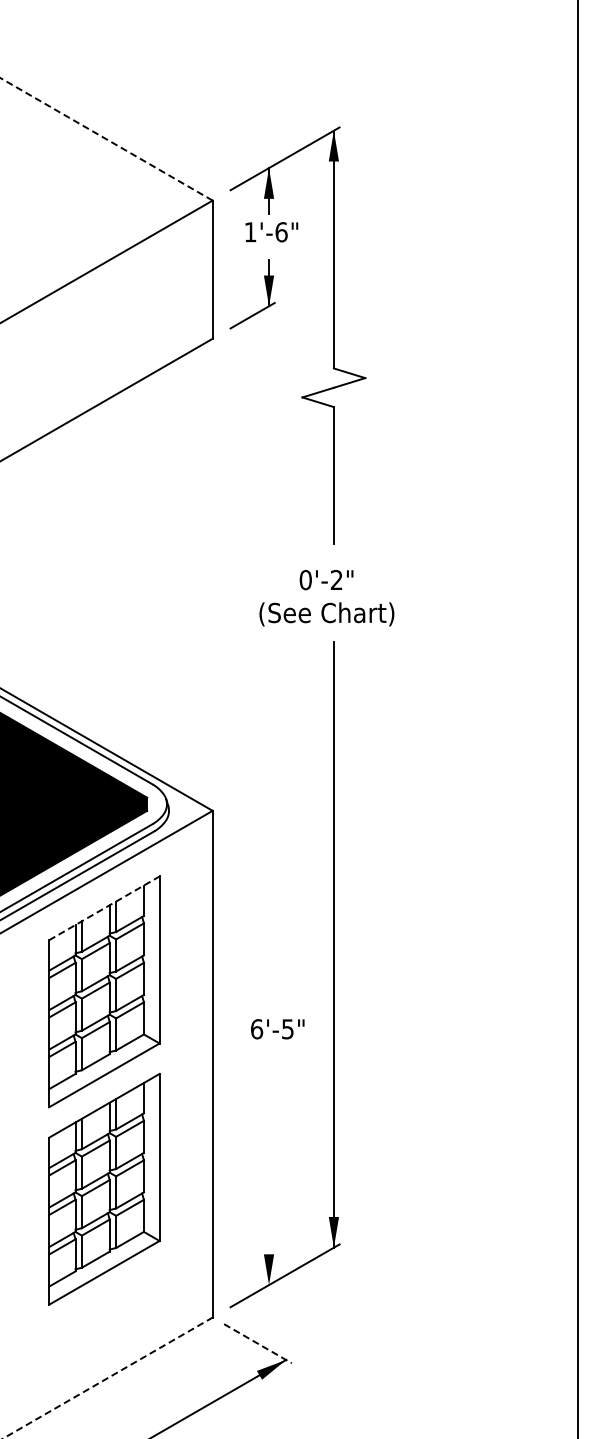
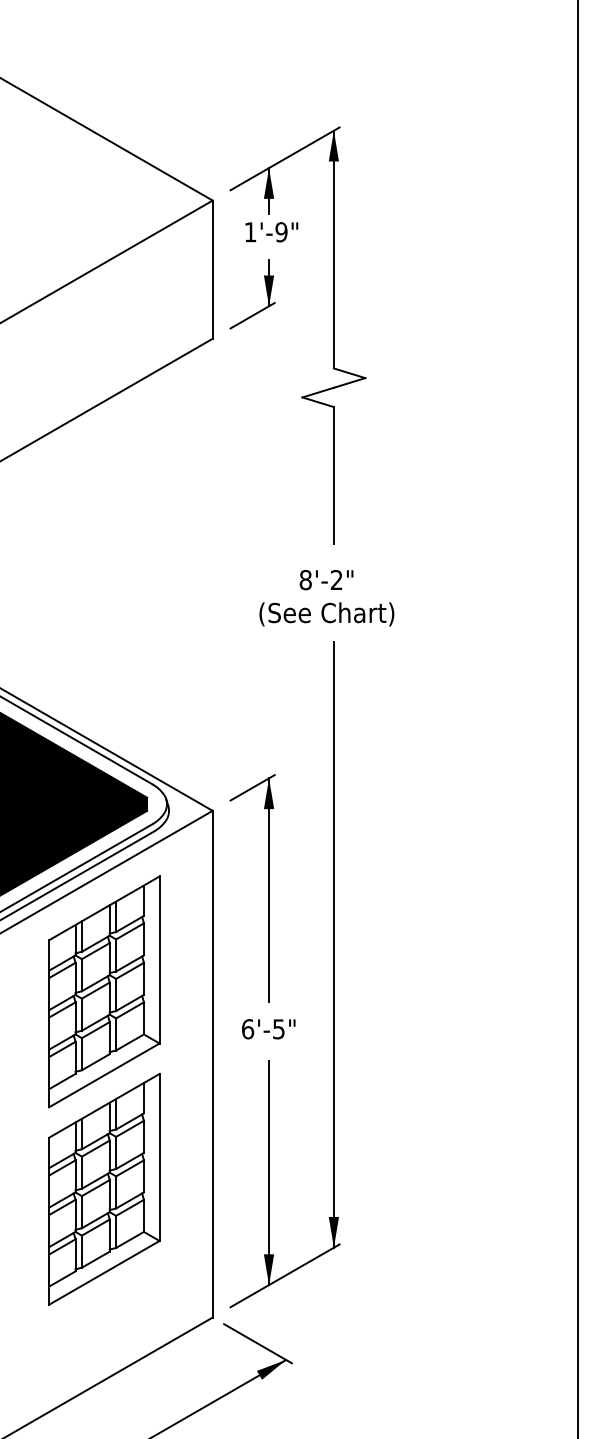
line at (106, 139): dashed -> solid
text at (281, 232): 1'-6" -> 1'-9"
text at (305, 579): 0'-2" -> 8'-2"
part at (268, 888): none -> present
line at (104, 908): dashed -> solid
text at (277, 1029) position: (277, 1029) -> (268, 1029)
line at (269, 1173): none -> present
line at (258, 1343): dashed -> solid
line at (108, 1378): dashed -> solid
